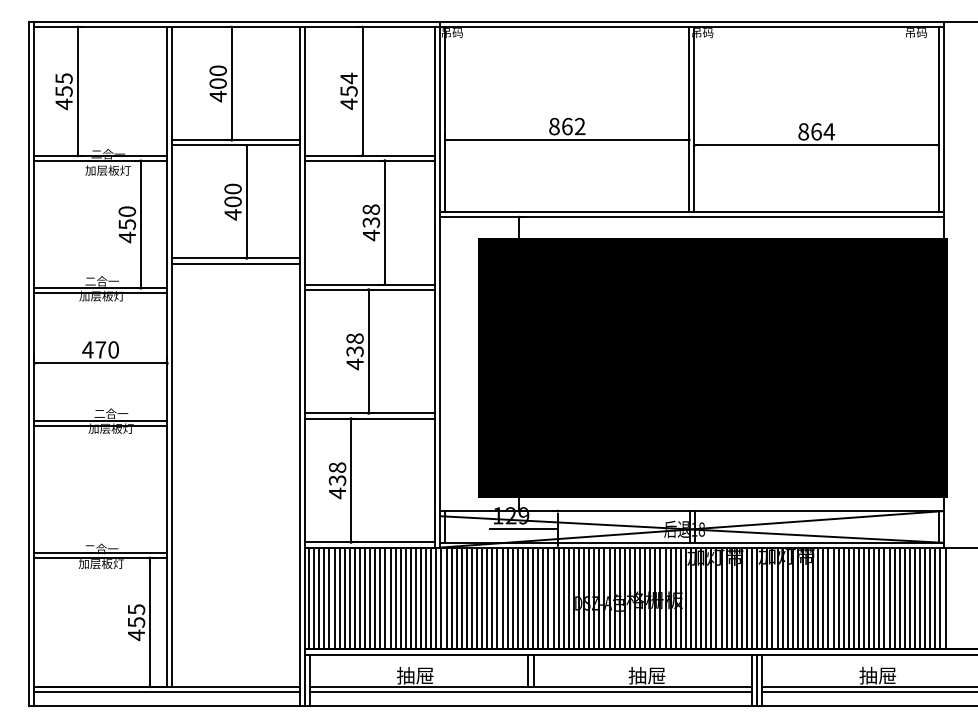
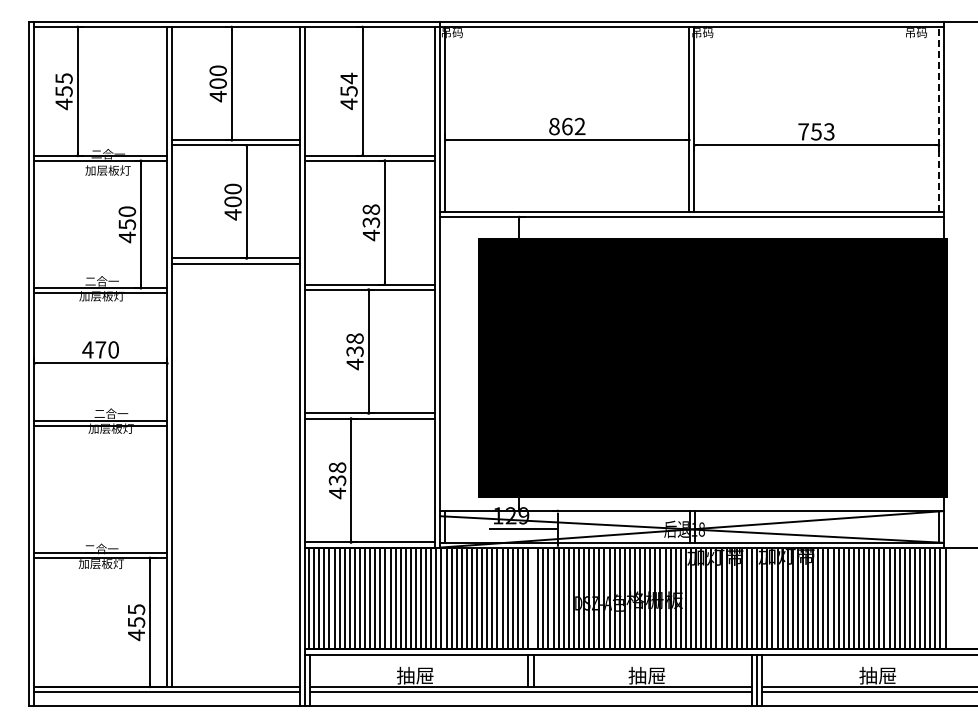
line at (938, 119): solid -> dashed
text at (816, 131): 864 -> 753
line at (533, 598): present -> none
